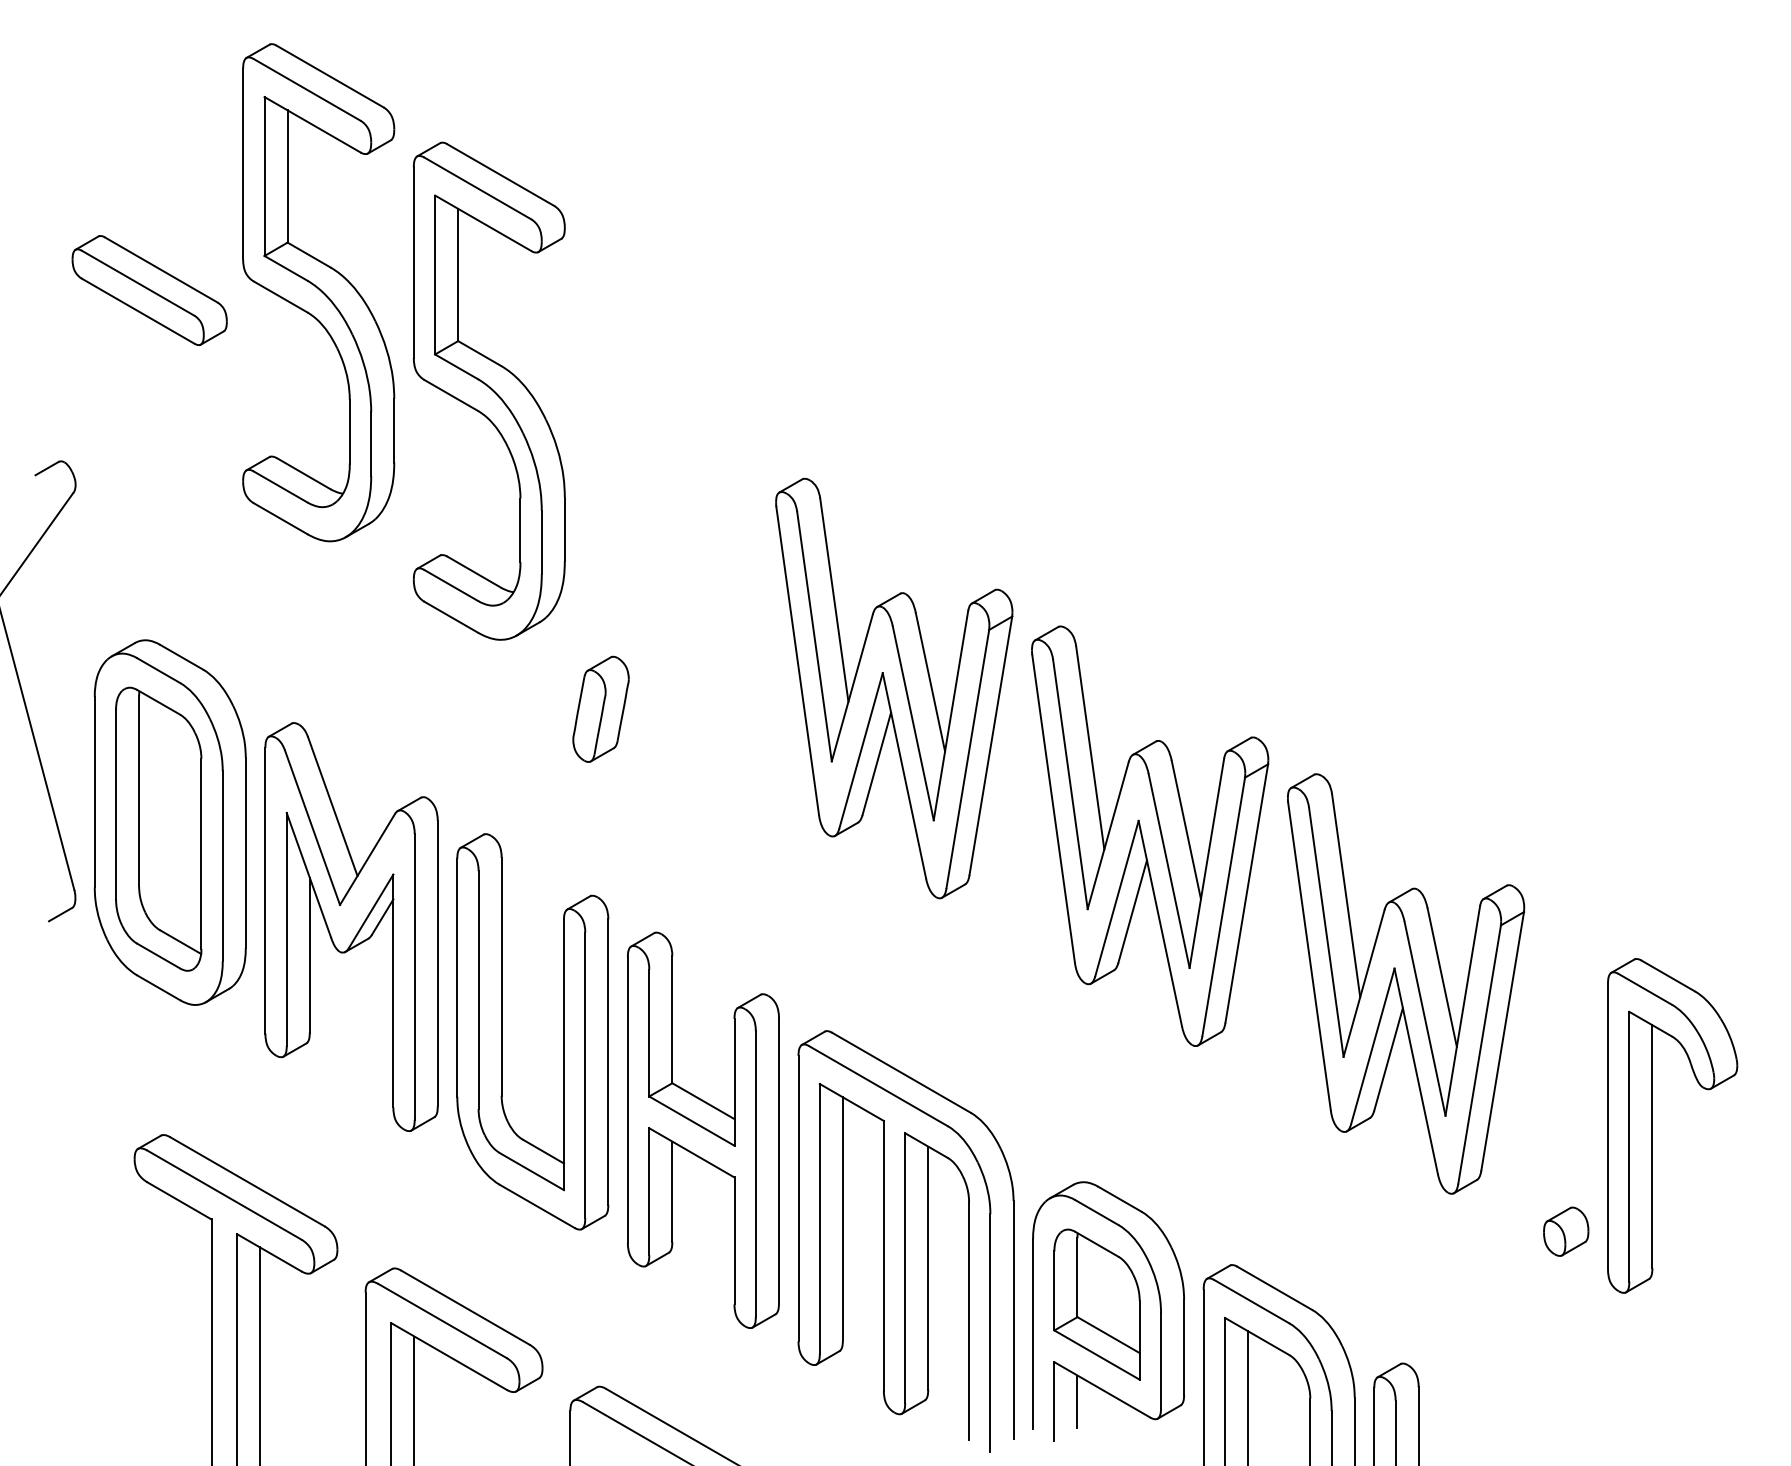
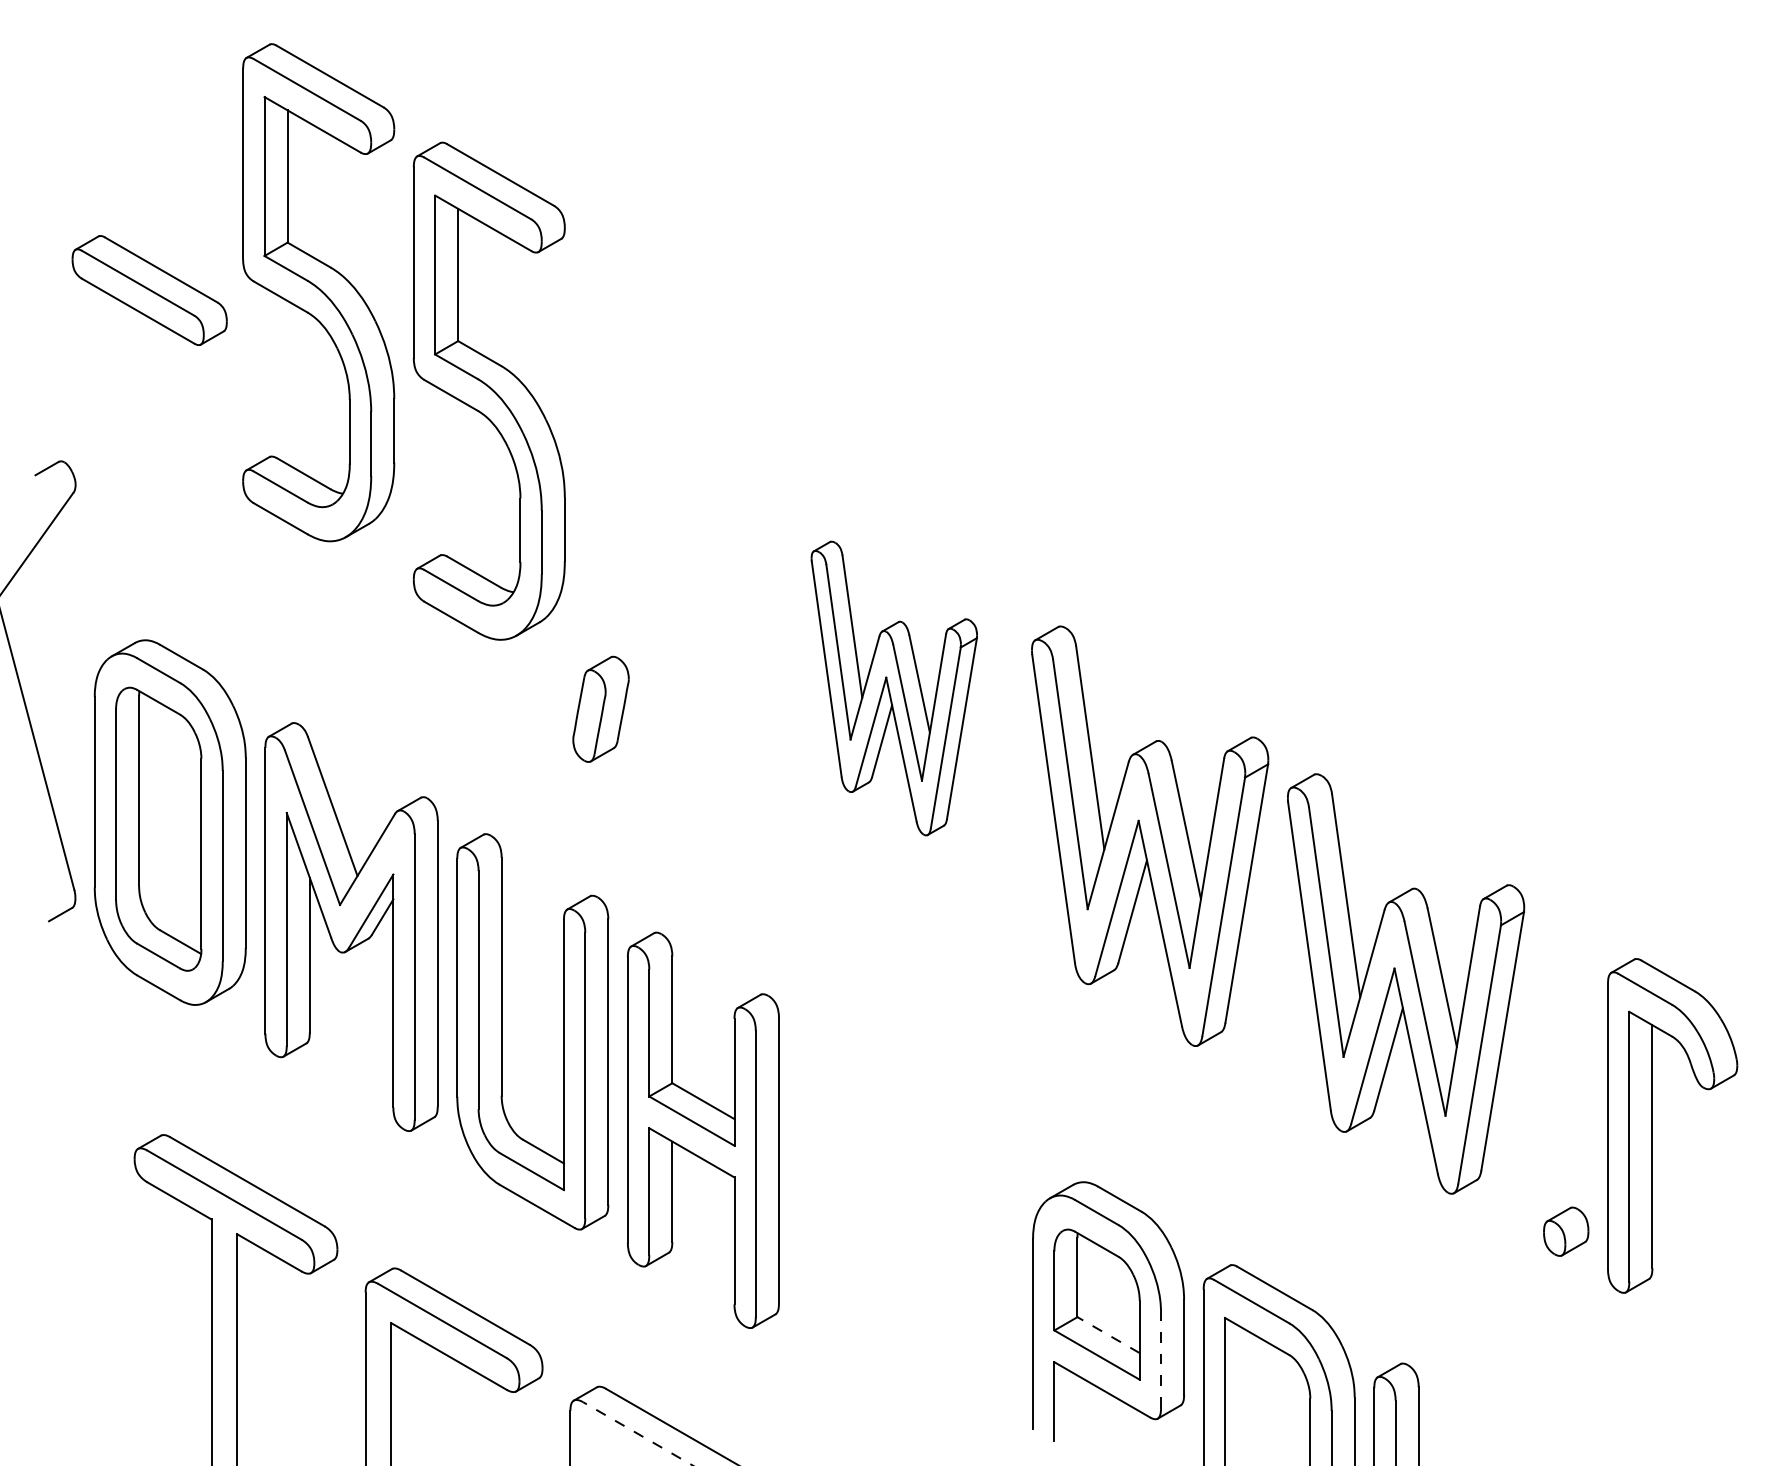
part at (894, 688) size: 239x423 px -> 168x297 px
part at (905, 1241): present -> none
line at (1108, 1335): solid -> dashed
line at (260, 1354): present -> none
line at (1161, 1359): solid -> dashed
line at (1248, 1396): present -> none
line at (414, 1399): present -> none
line at (1077, 1401): present -> none
line at (638, 1434): solid -> dashed
